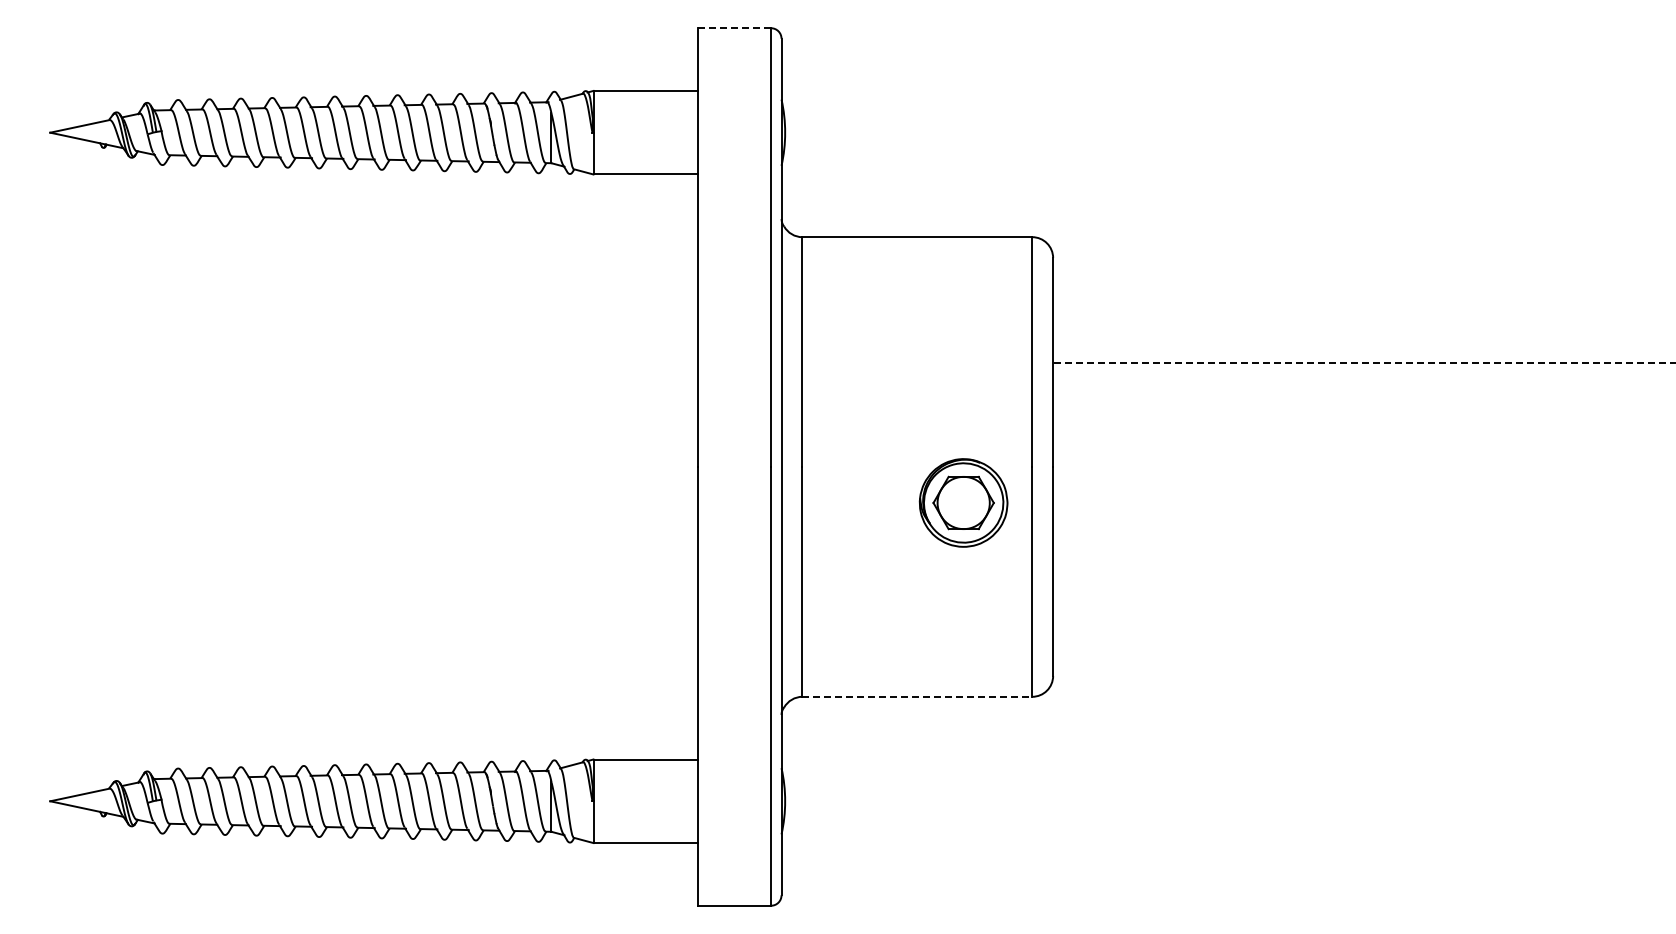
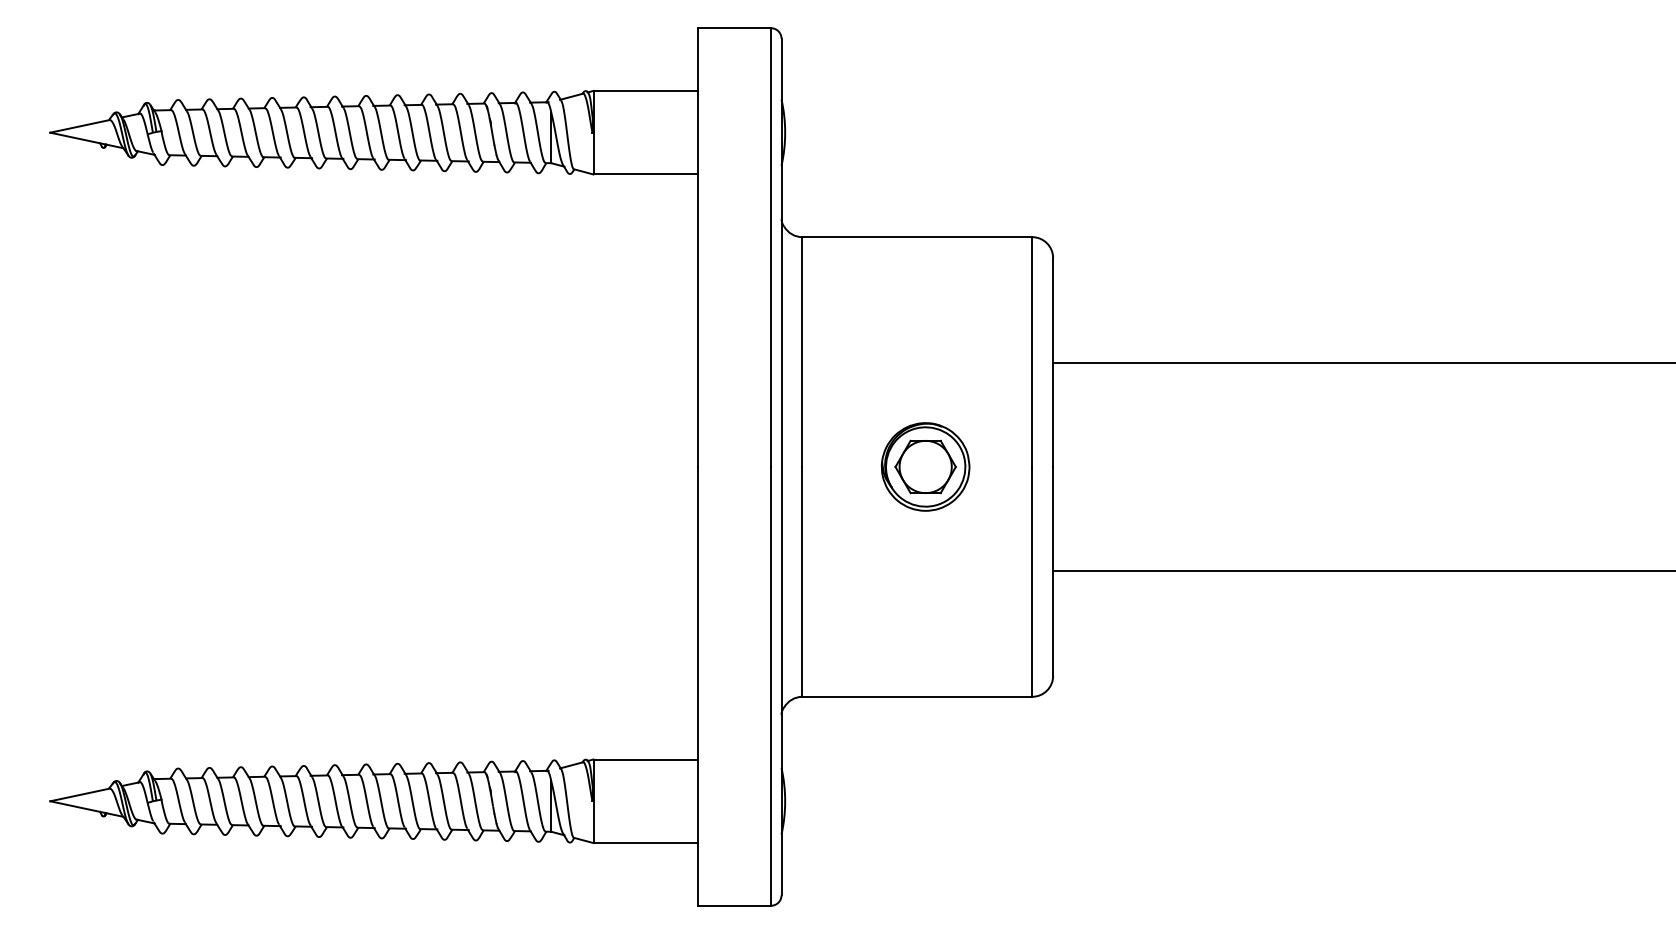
line at (734, 28): dashed -> solid
line at (1364, 362): dashed -> solid
part at (963, 502) position: (963, 502) -> (925, 466)
line at (1362, 571): none -> present
line at (917, 696): dashed -> solid
